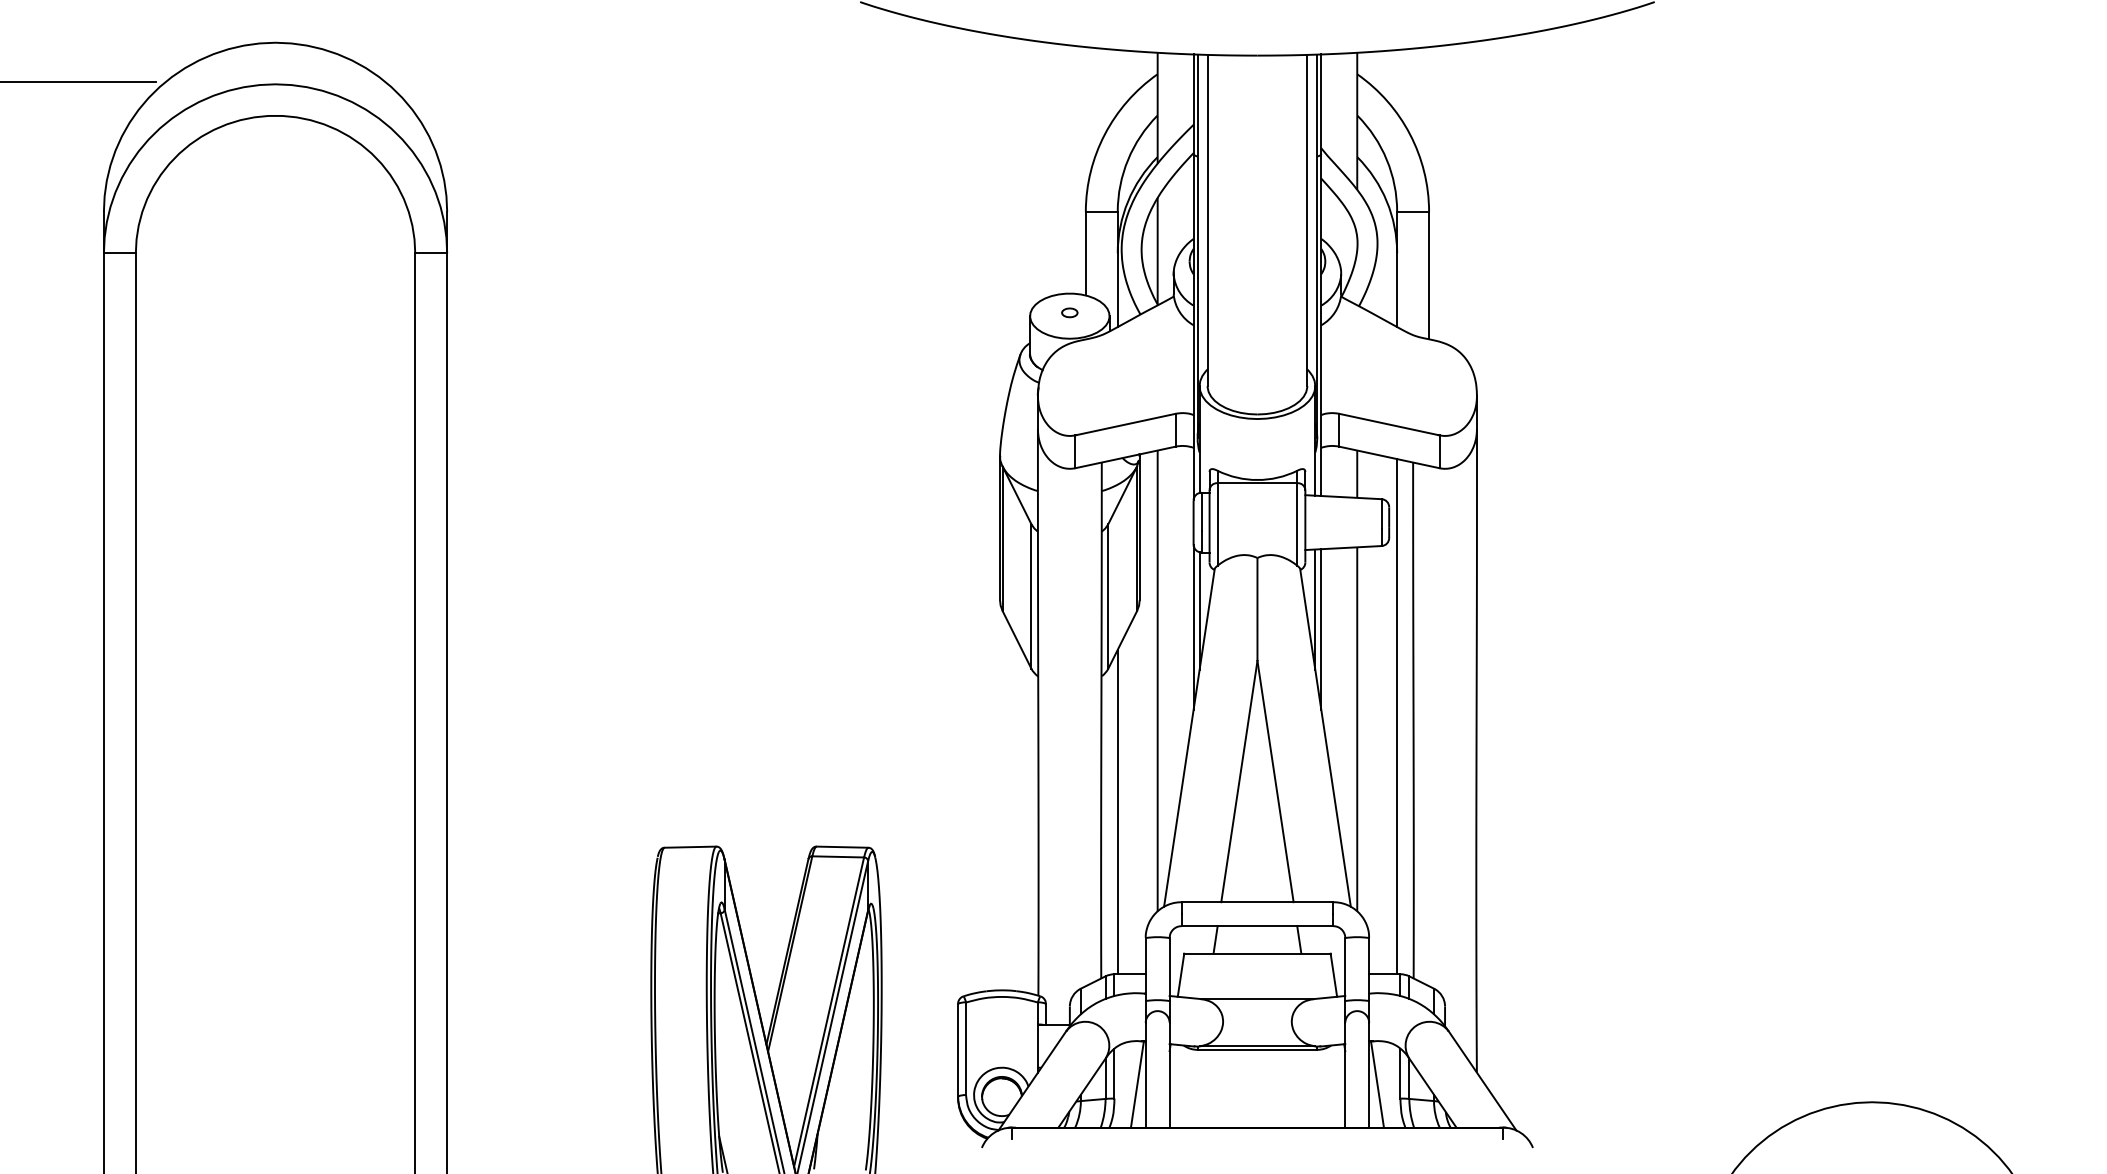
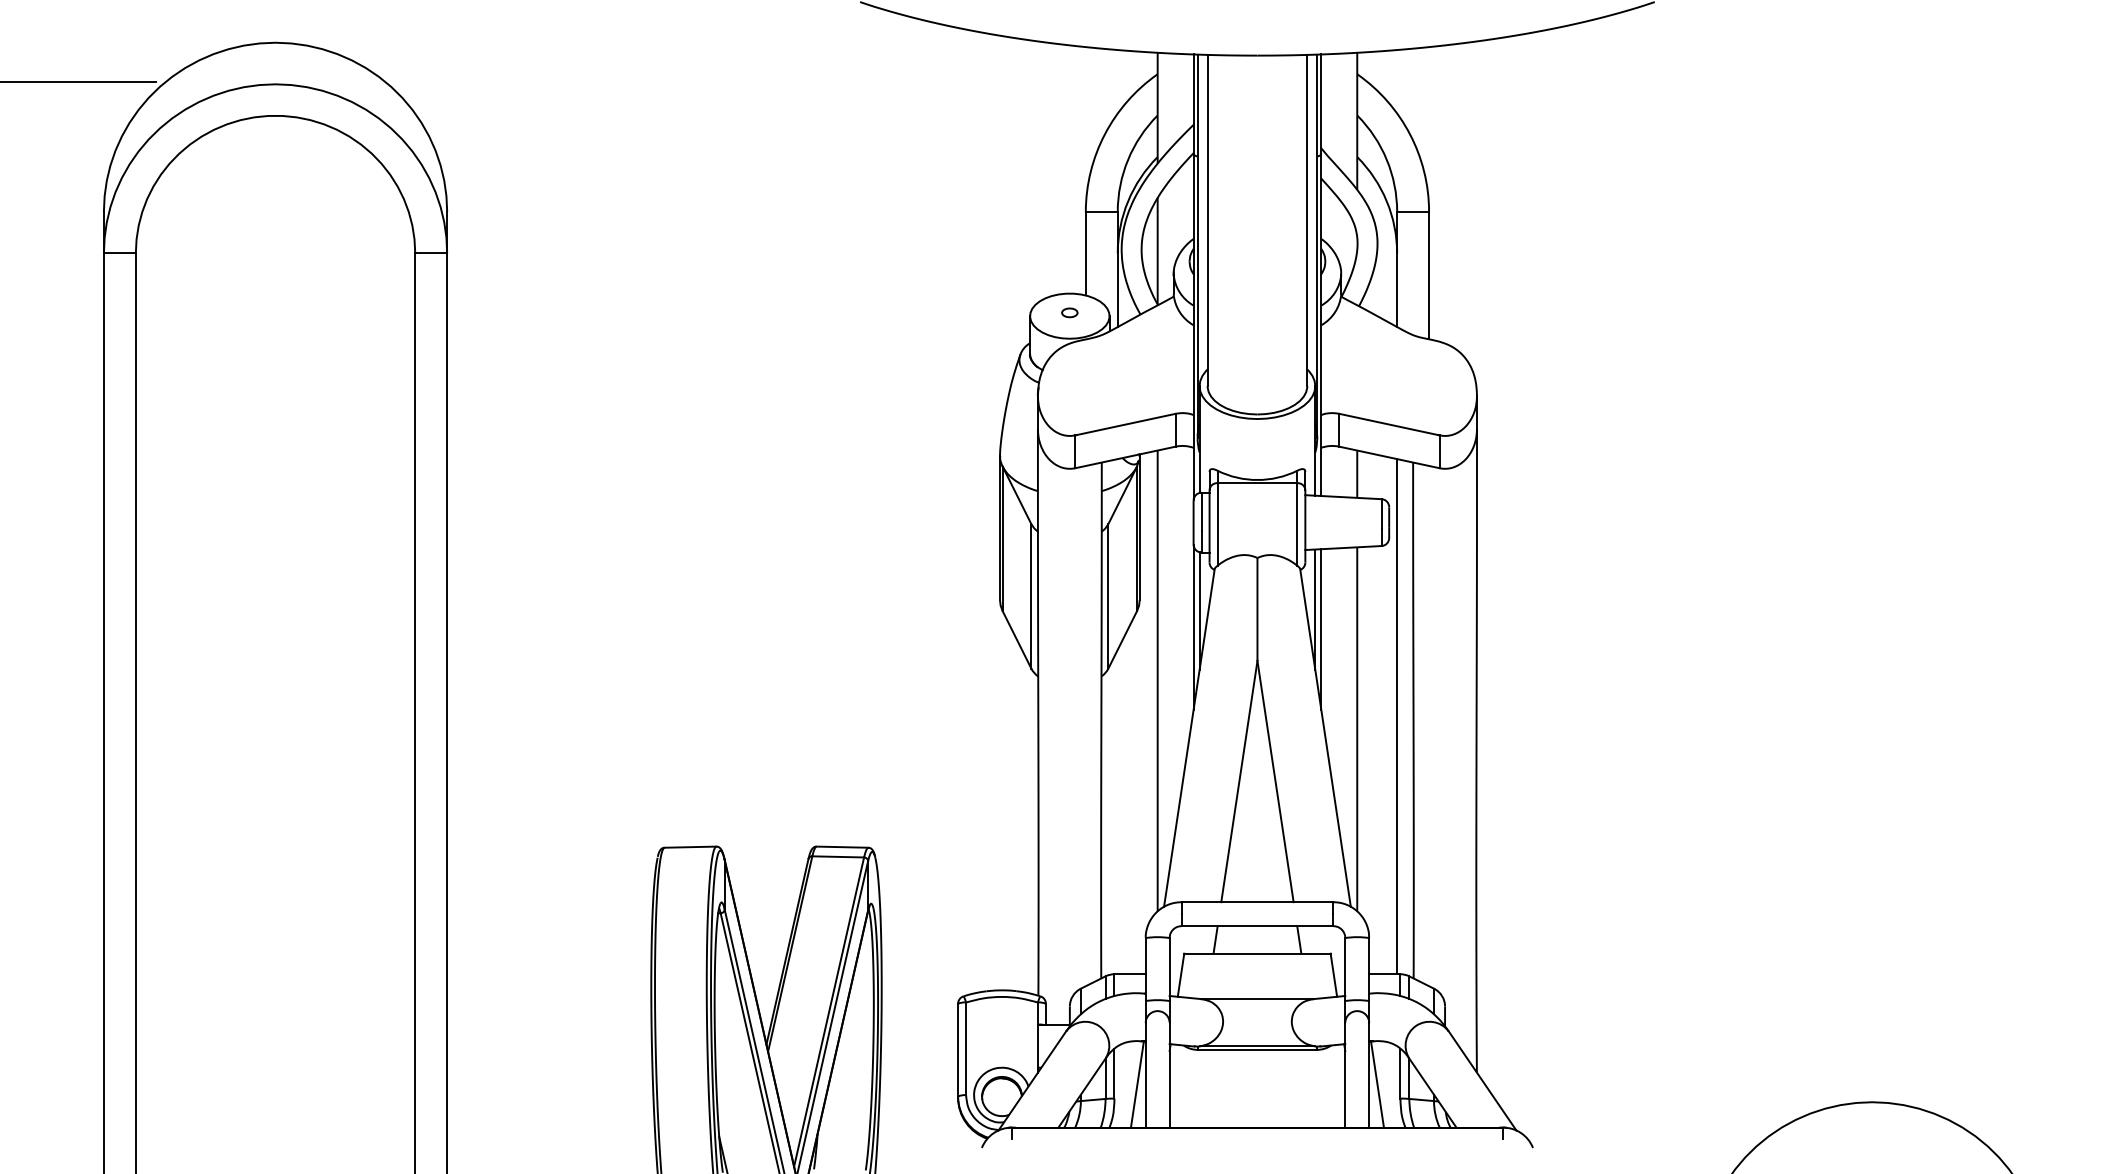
line at (1117, 811): present -> none
